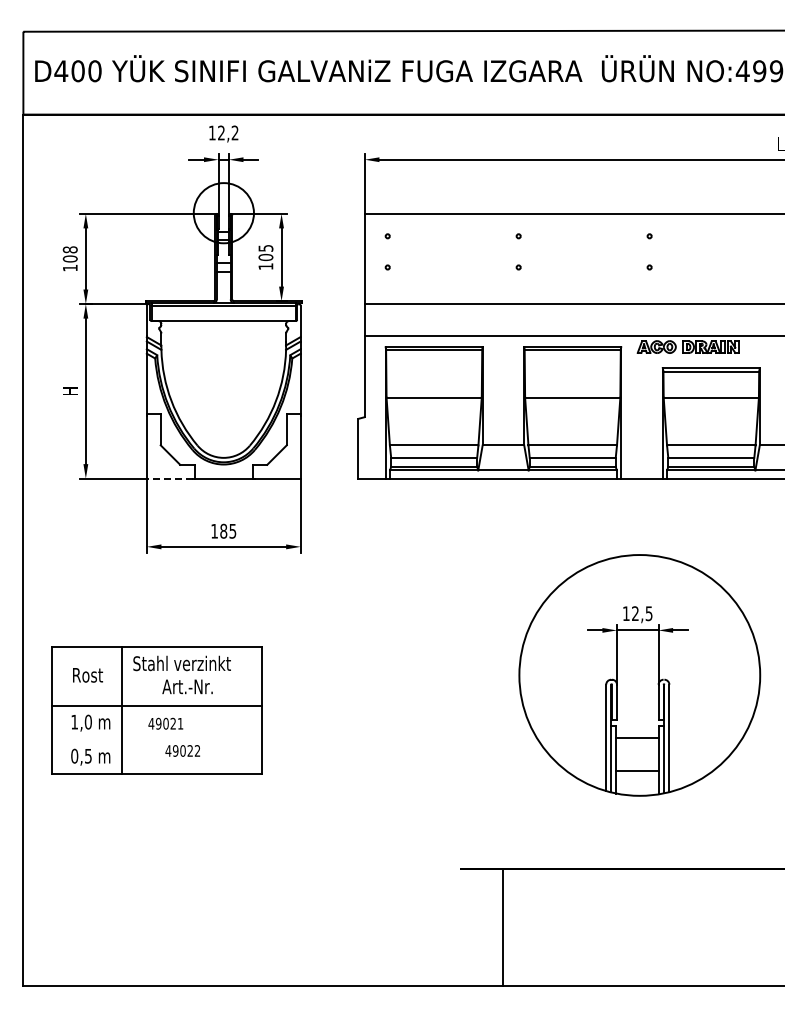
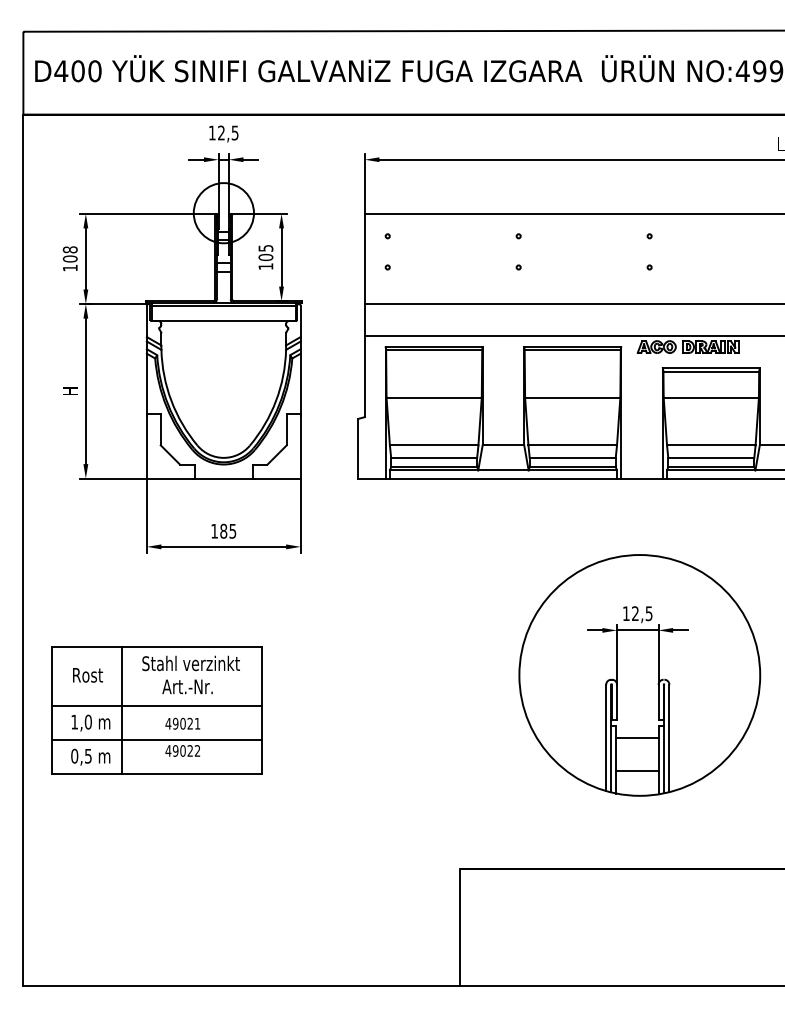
text at (234, 132): 12,2 -> 12,5
line at (169, 478): dashed -> solid
text at (181, 663) position: (181, 663) -> (190, 663)
text at (165, 723) position: (165, 723) -> (182, 723)
line at (156, 739): none -> present
line at (502, 927) position: (502, 927) -> (459, 927)
